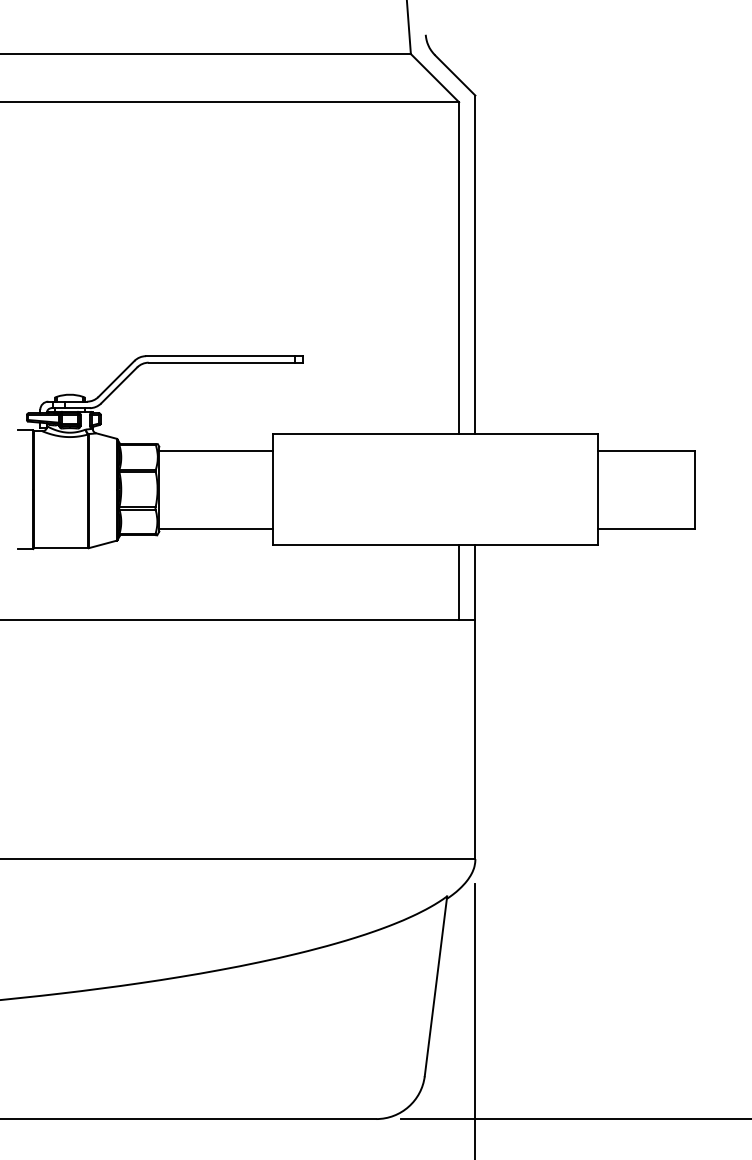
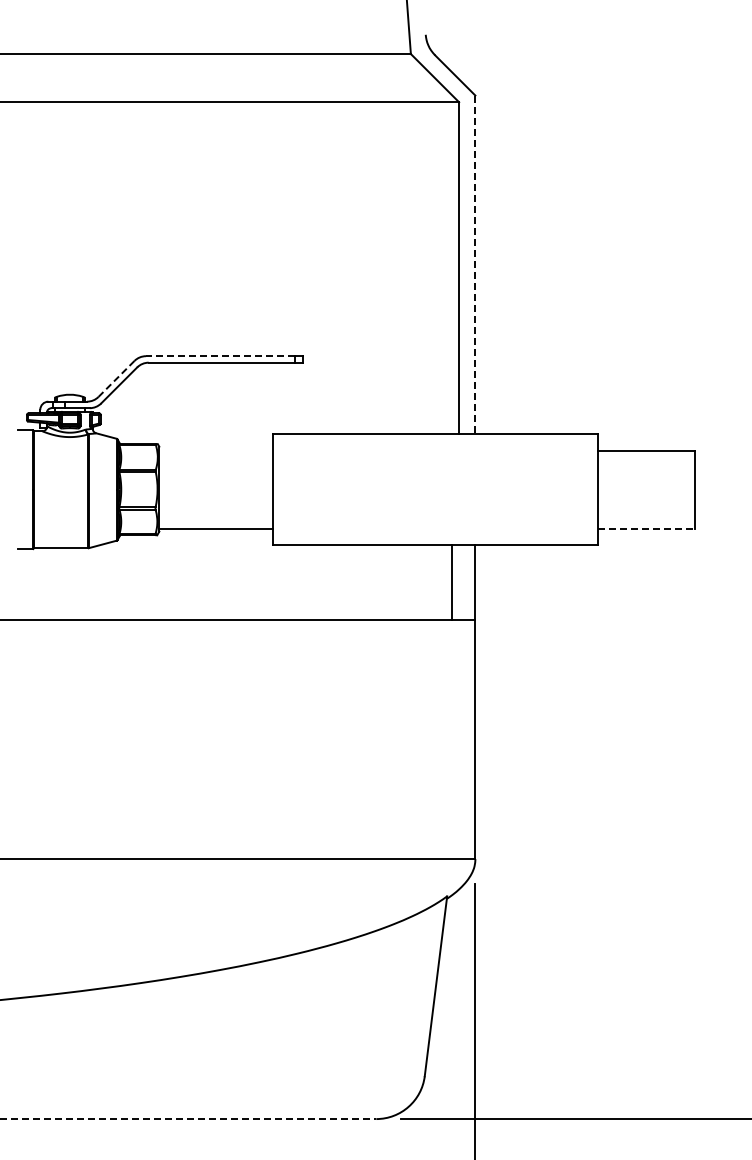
line at (475, 265): solid -> dashed
line at (219, 356): solid -> dashed
line at (116, 379): solid -> dashed
line at (216, 450): present -> none
line at (646, 528): solid -> dashed
line at (459, 582) position: (459, 582) -> (452, 582)
line at (188, 1119): solid -> dashed
